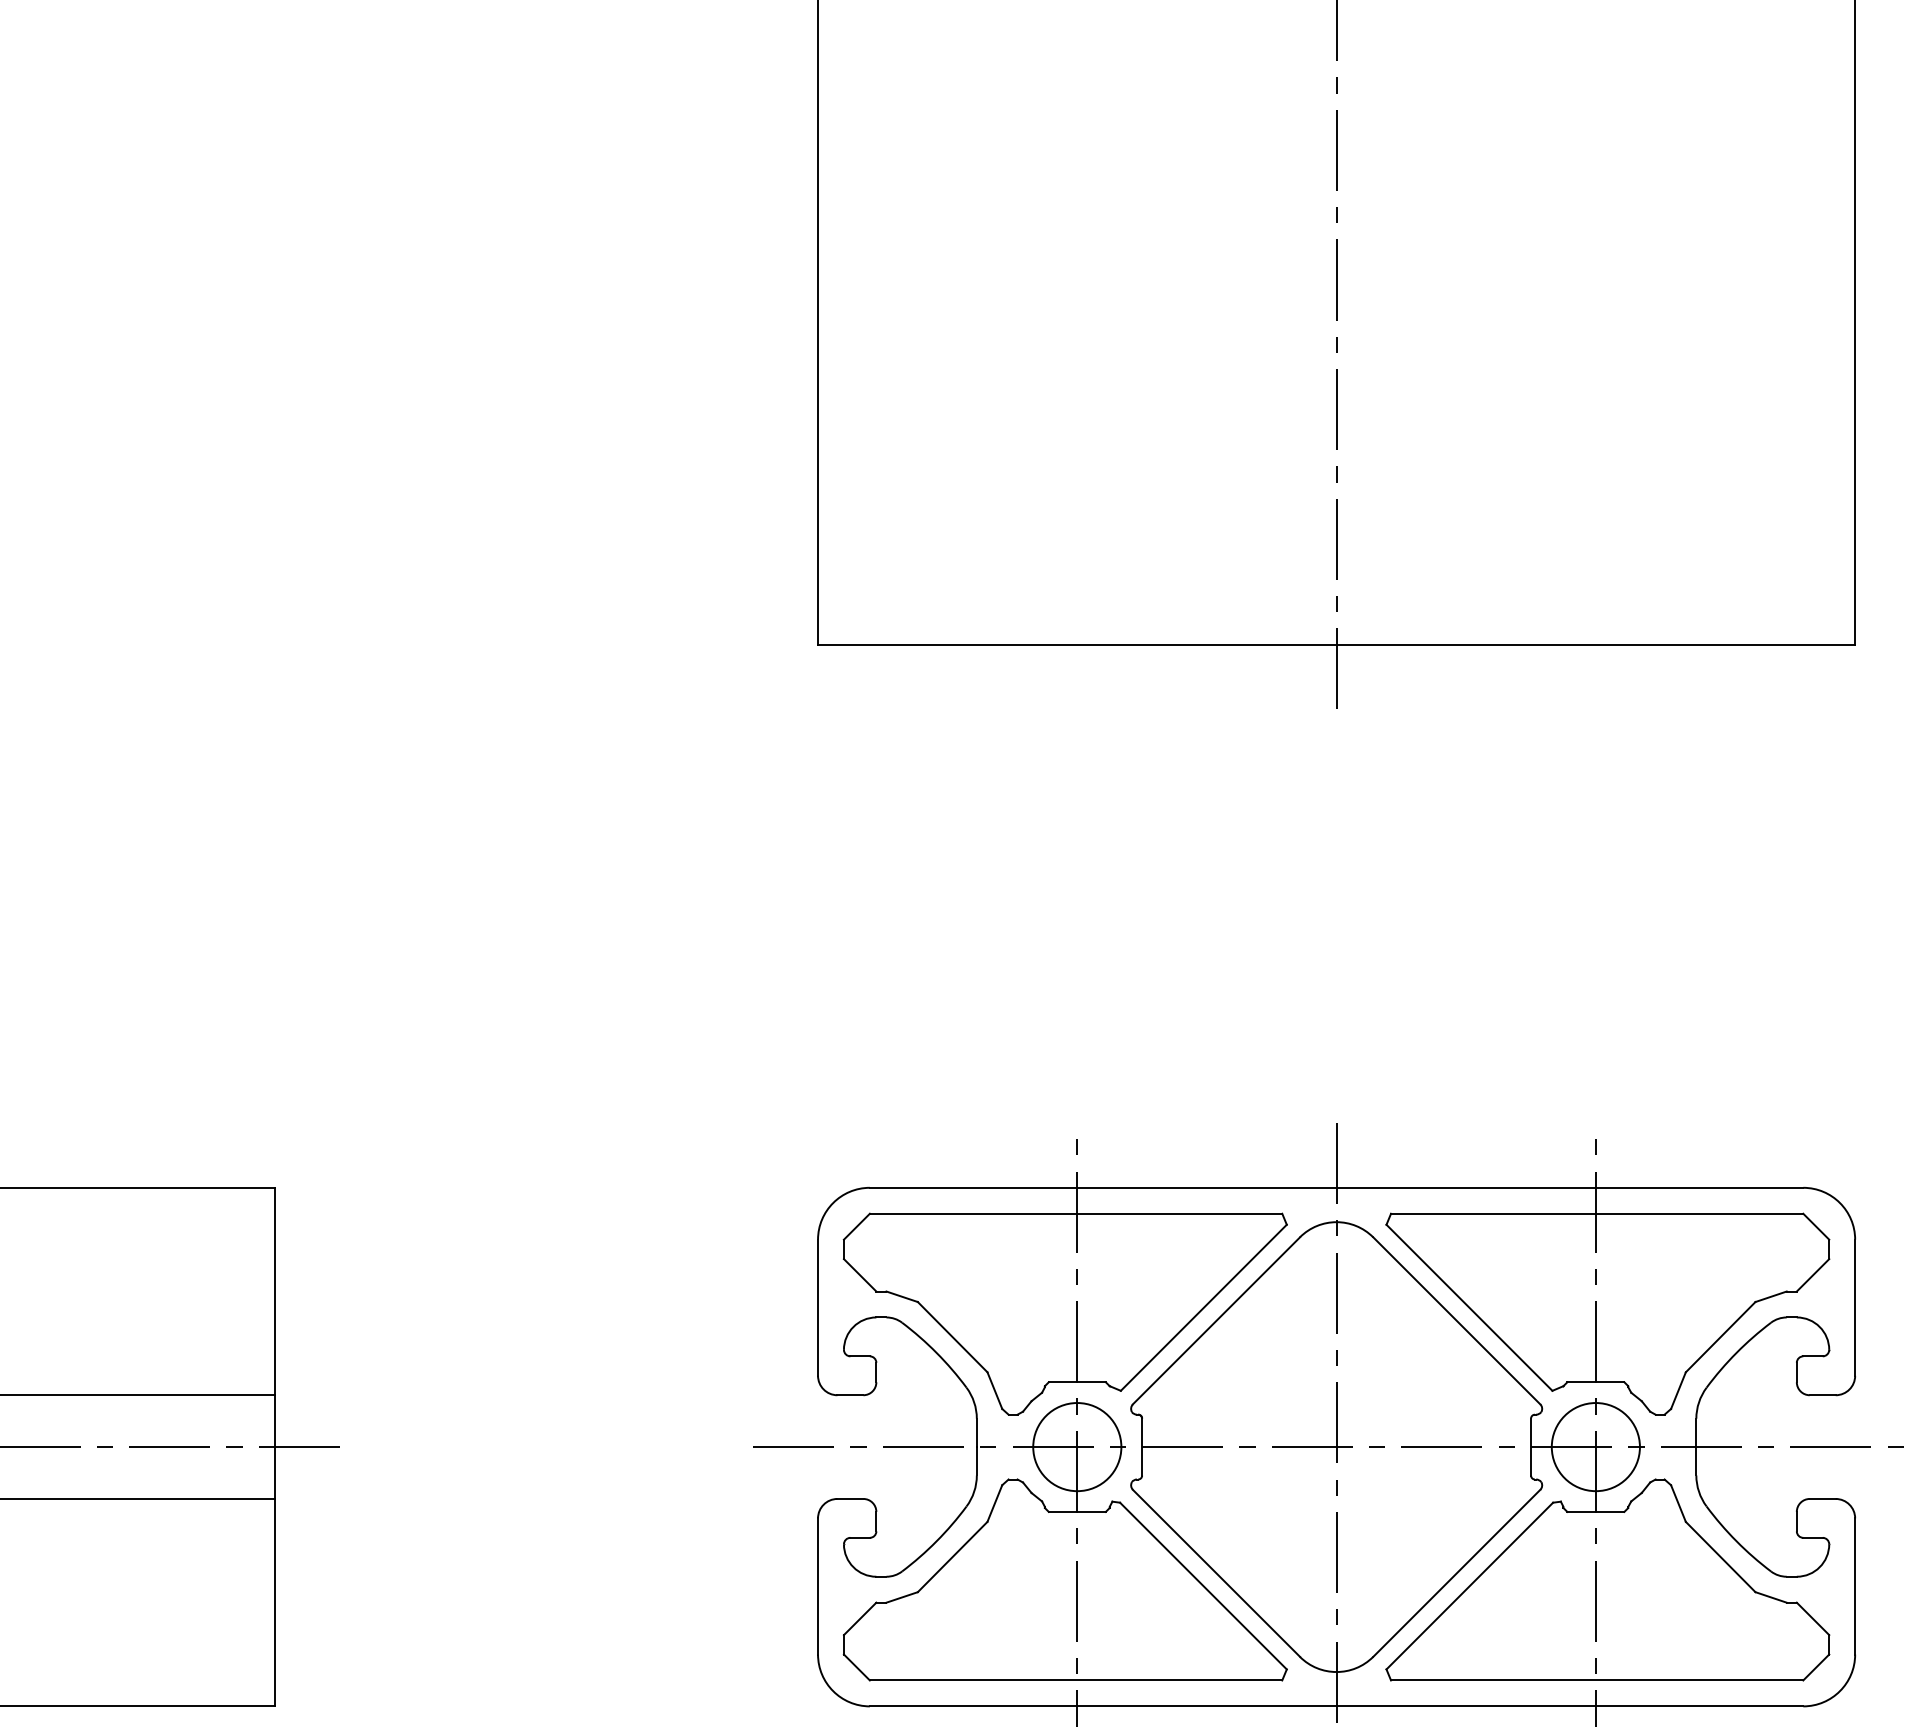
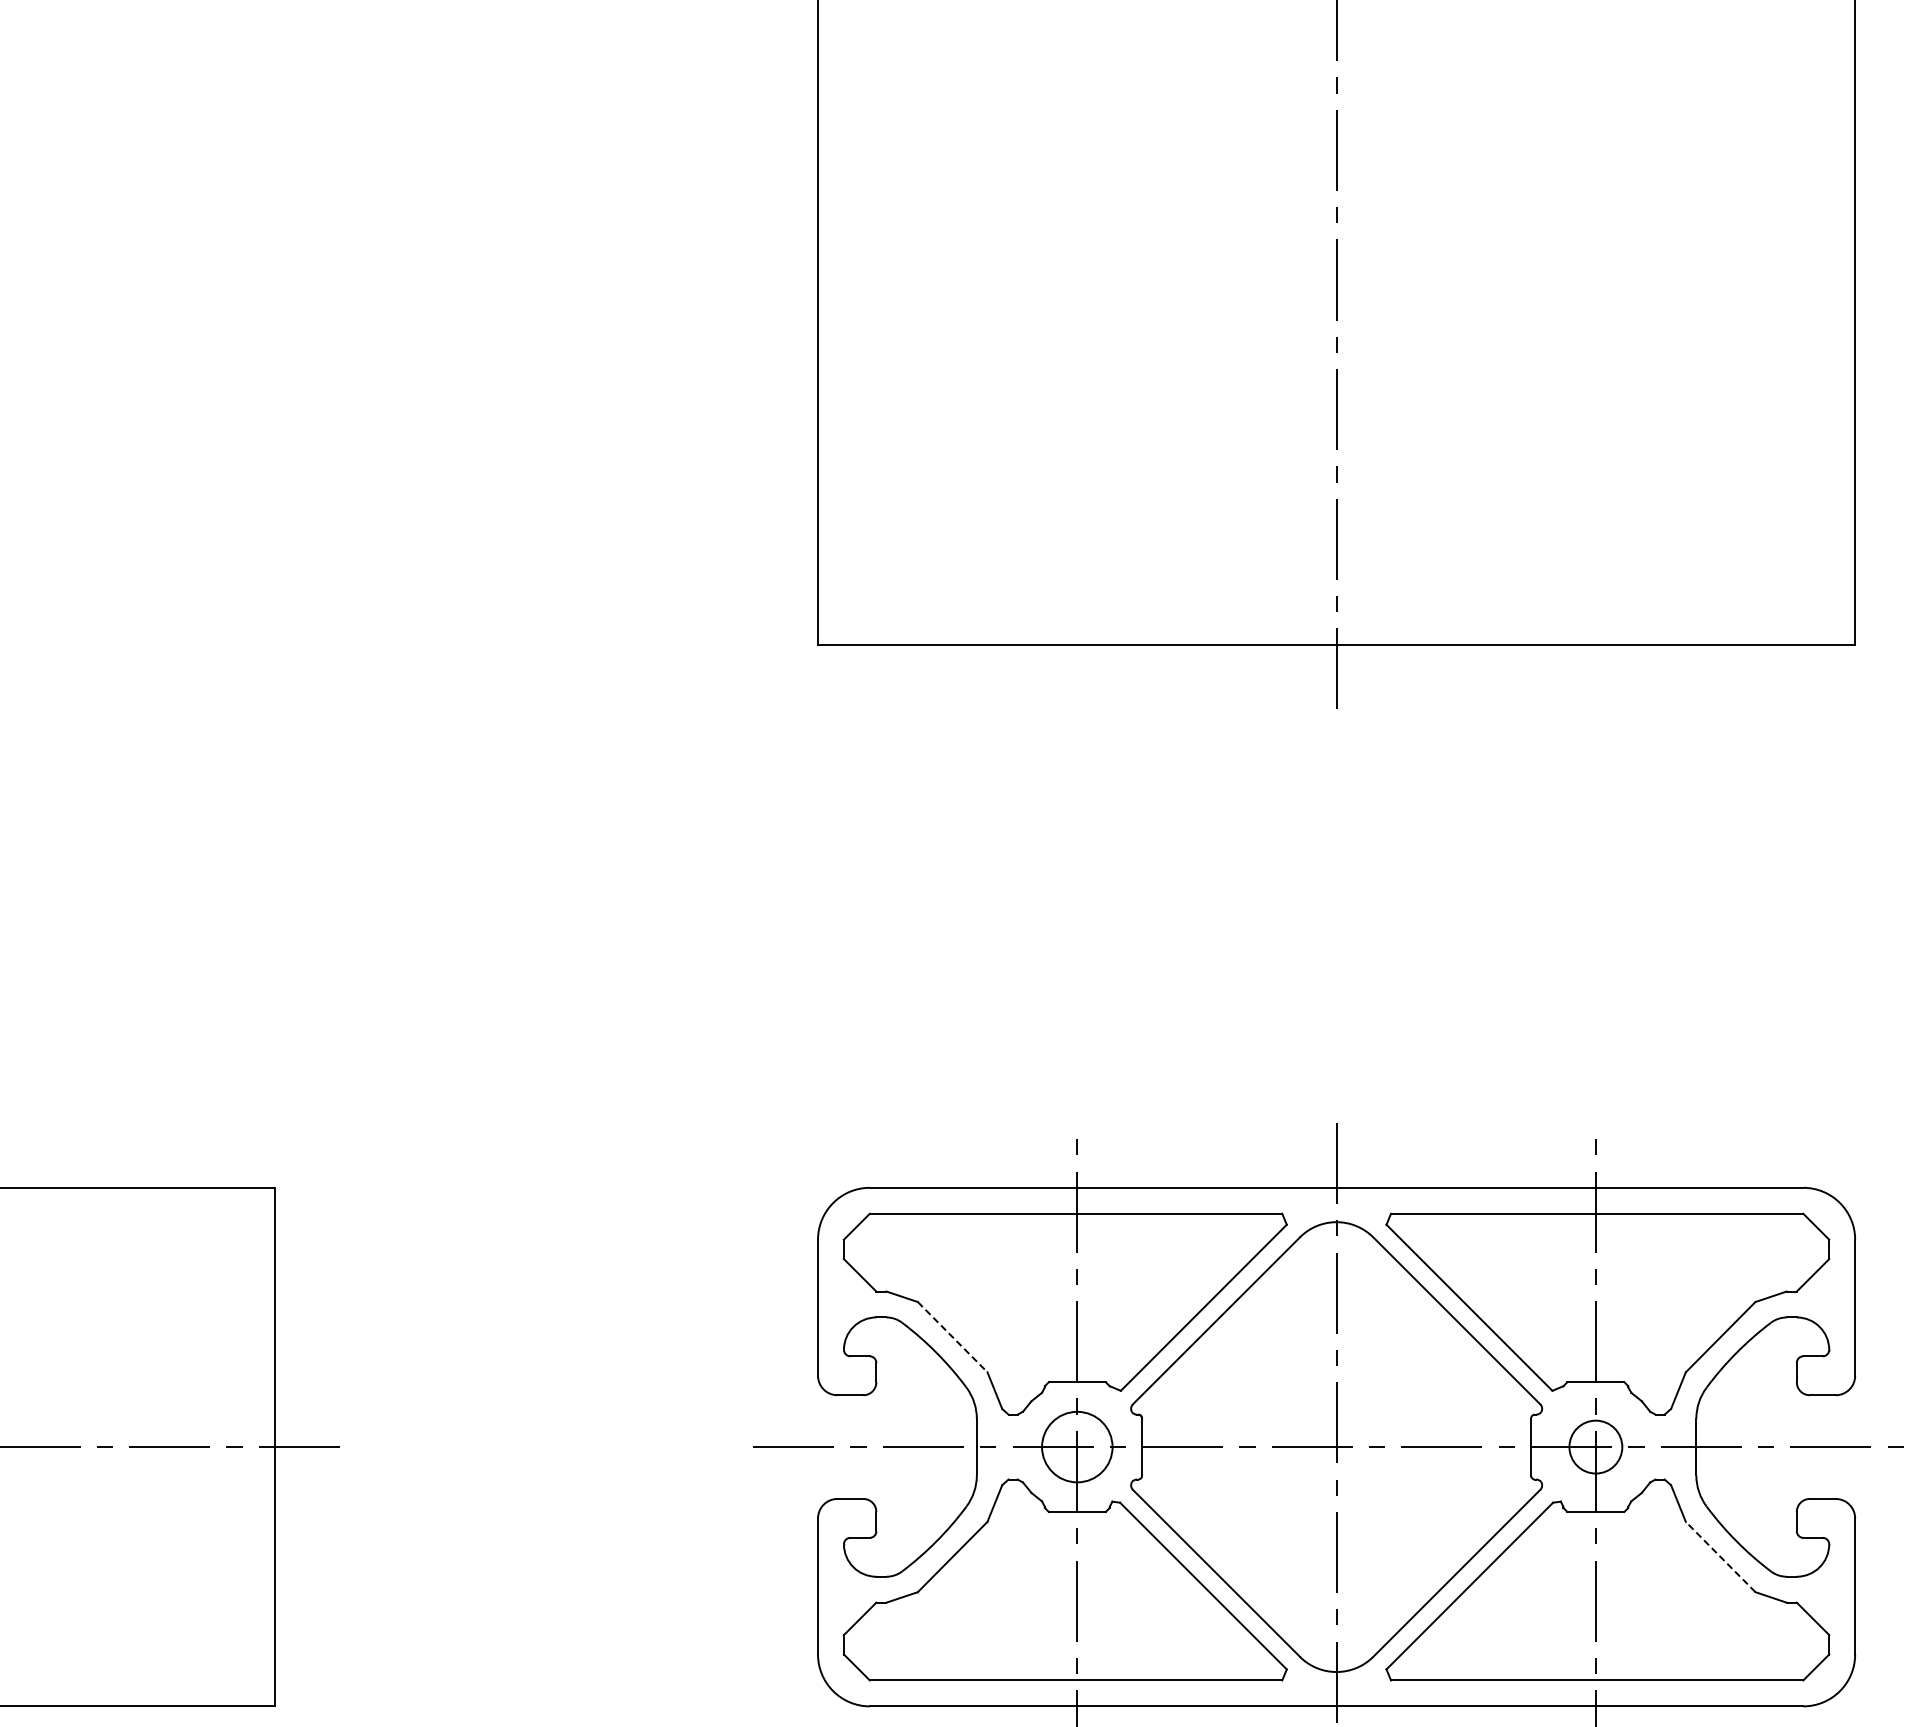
line at (953, 1337): solid -> dashed
line at (138, 1395): present -> none
circle at (1077, 1447) diameter: 88 px -> 71 px
circle at (1595, 1447) diameter: 88 px -> 53 px
line at (138, 1498): present -> none
line at (1720, 1556): solid -> dashed
